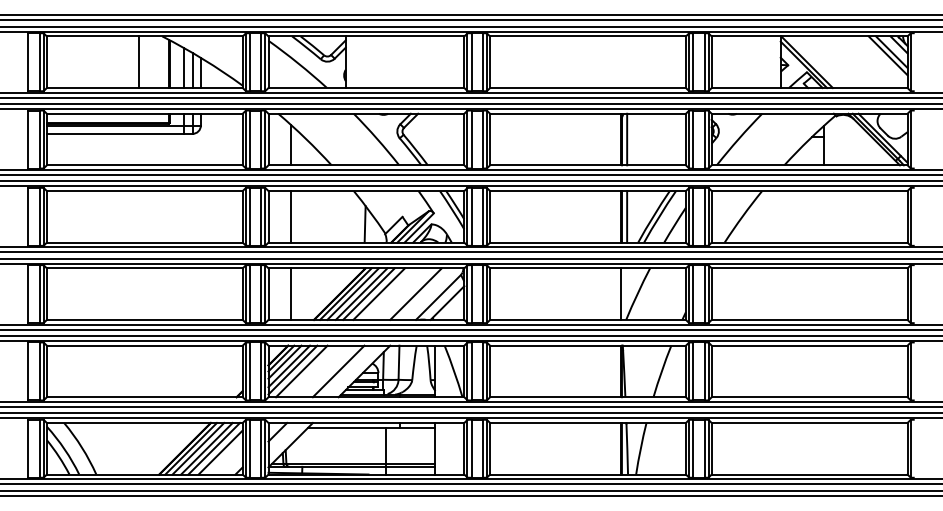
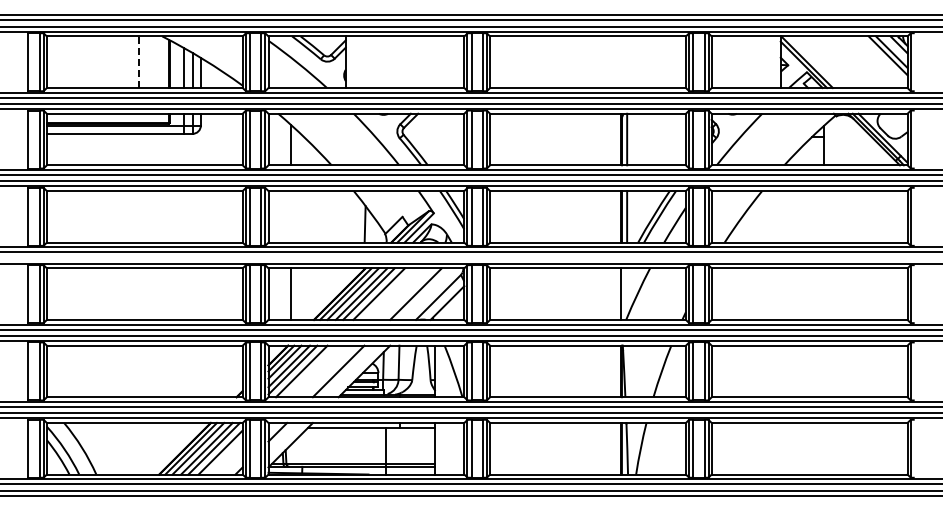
line at (139, 62): solid -> dashed
line at (290, 216): present -> none
line at (470, 258): present -> none
